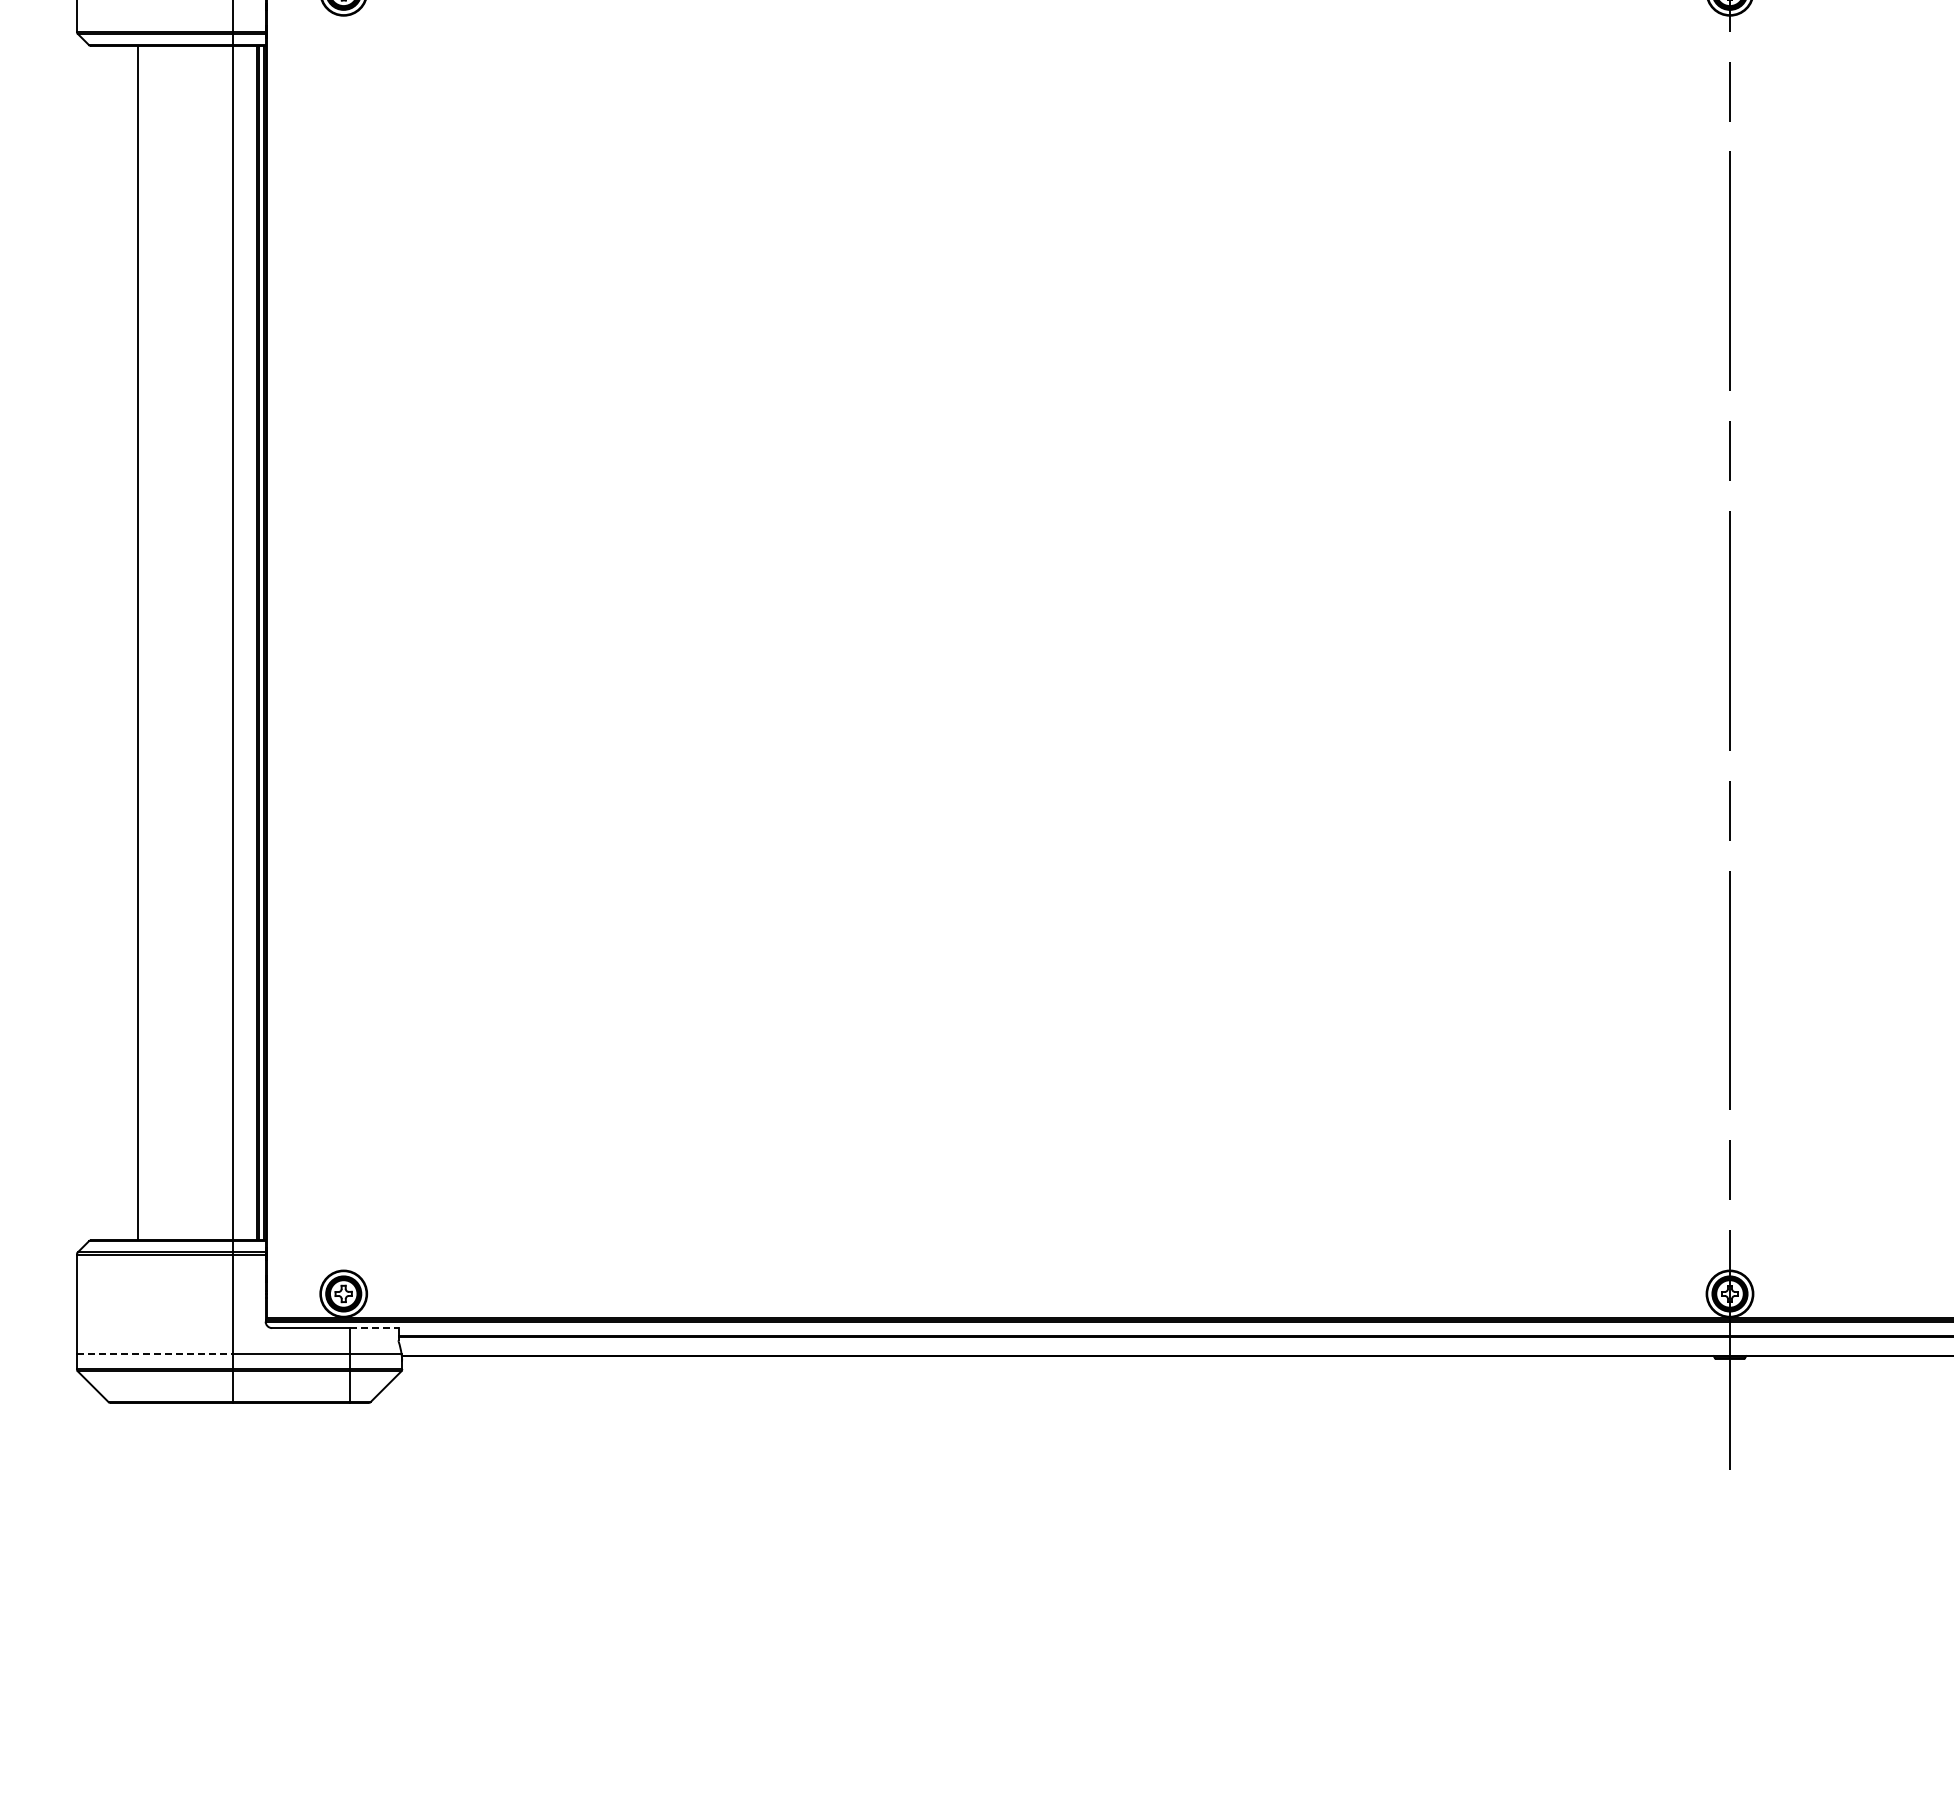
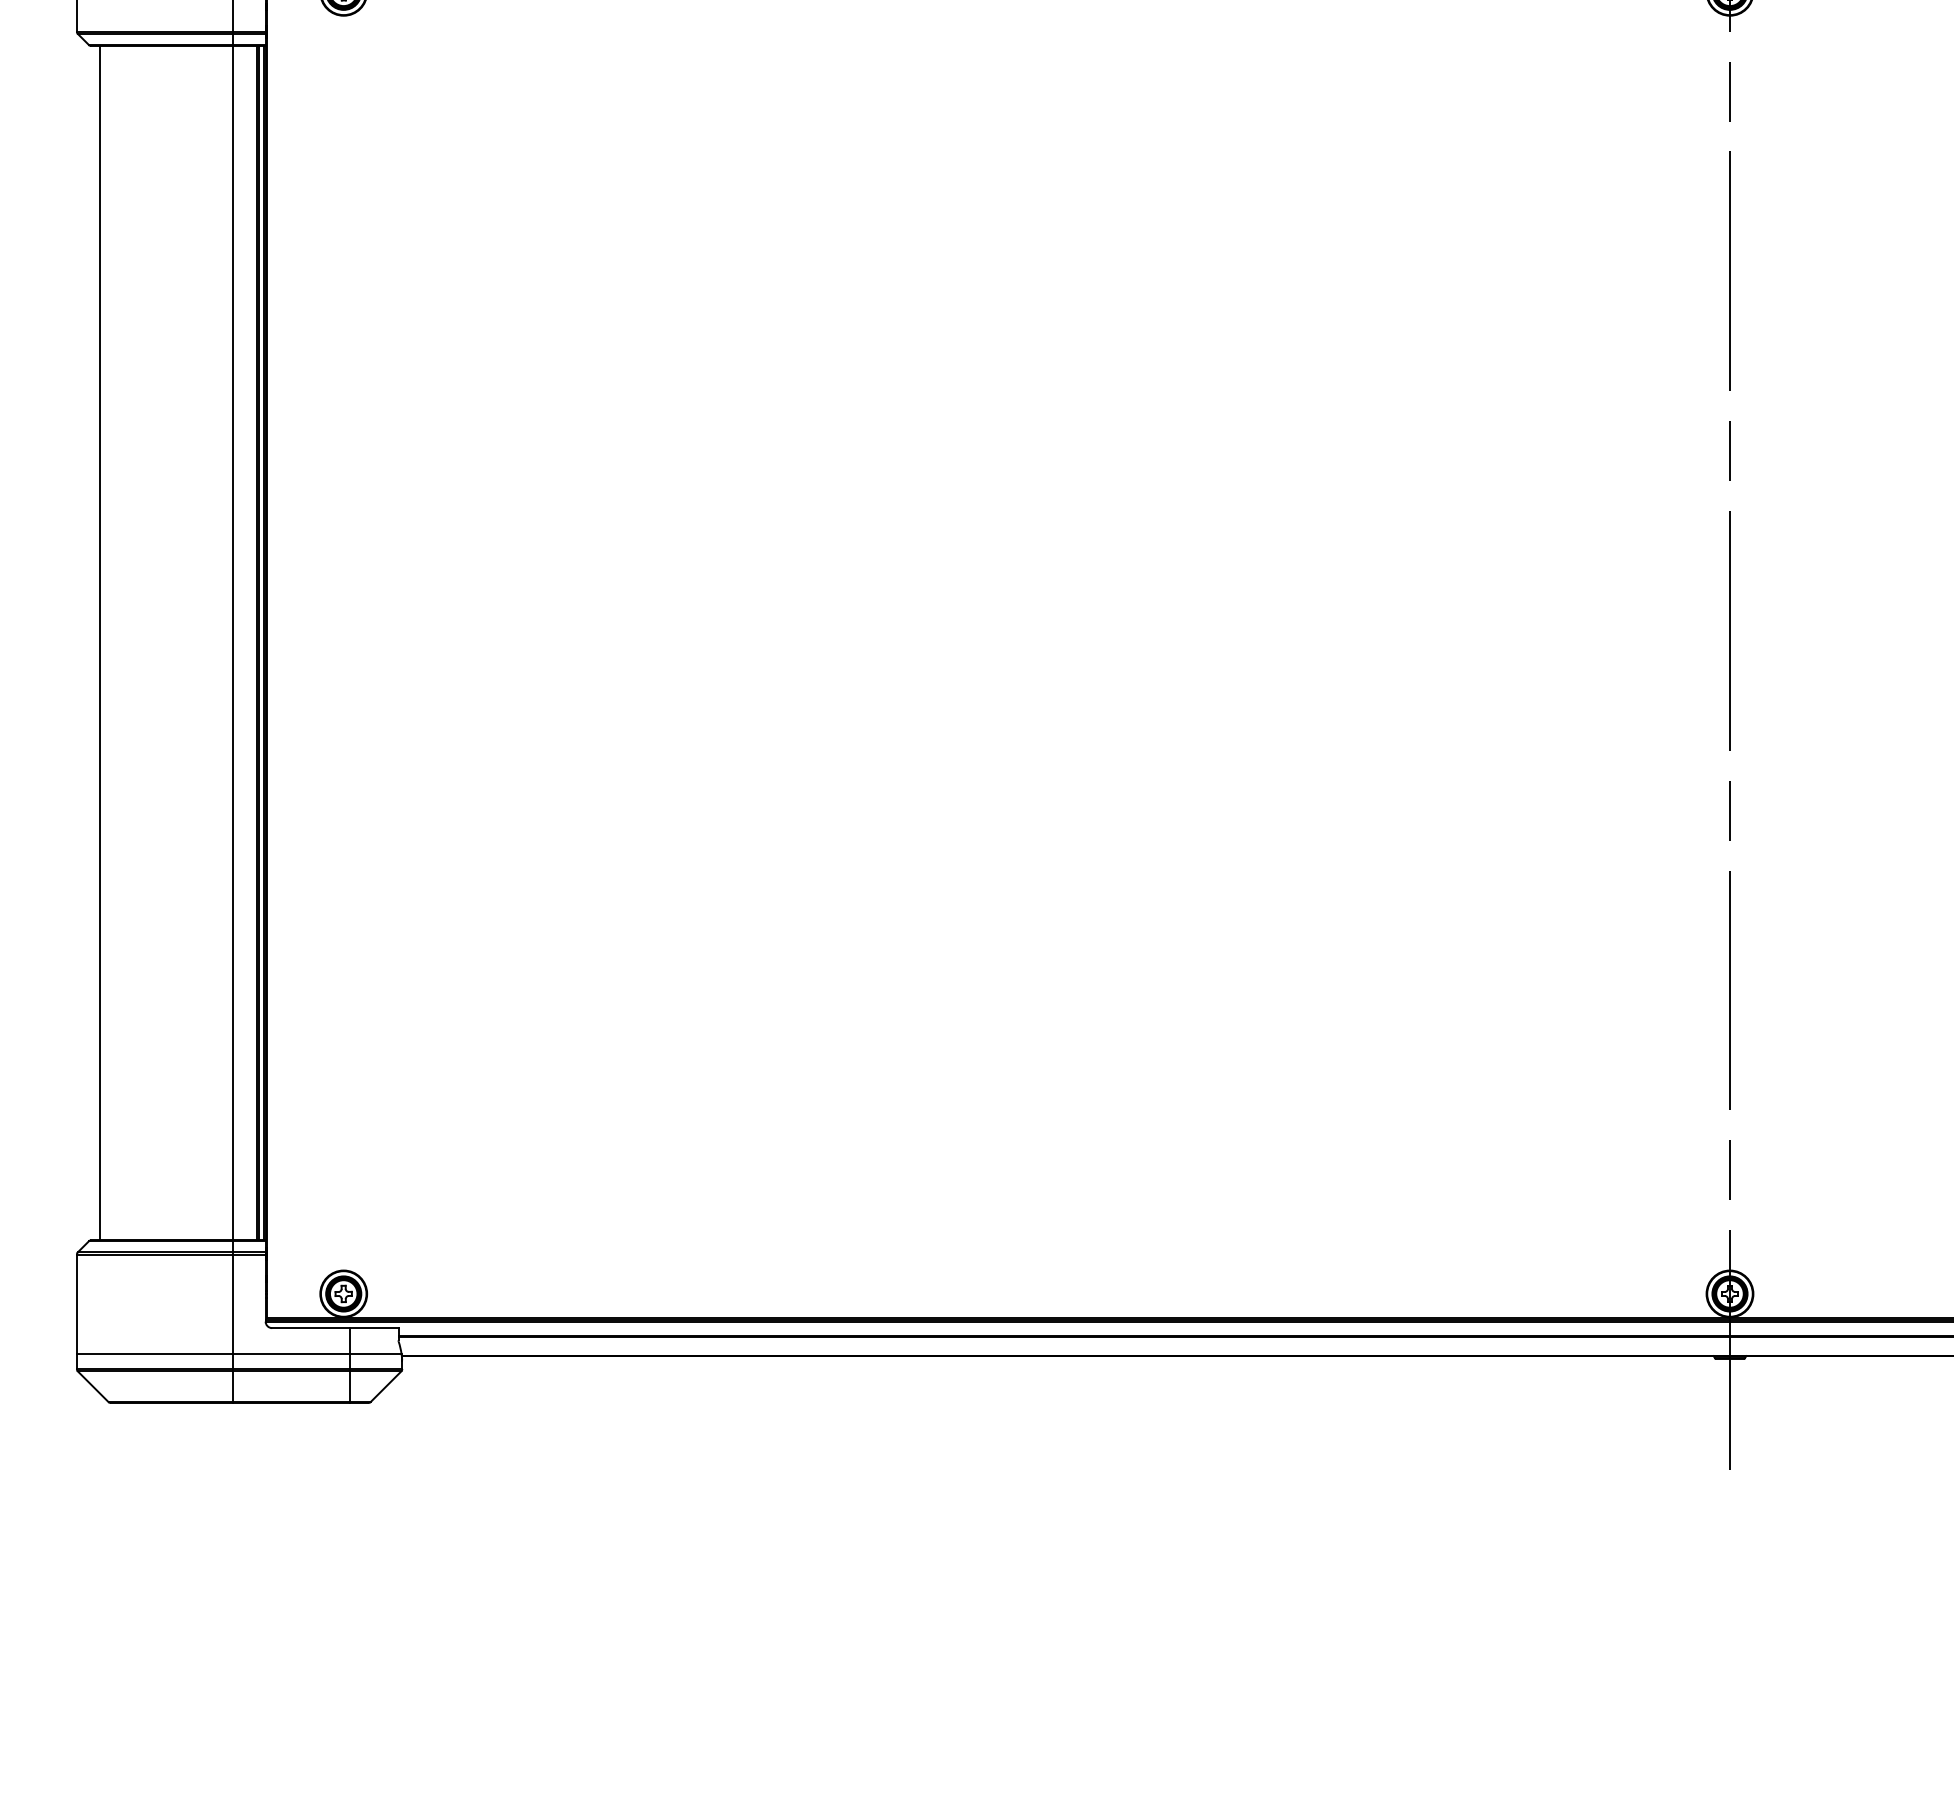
line at (137, 643) position: (137, 643) -> (99, 643)
line at (374, 1328): dashed -> solid
line at (155, 1354): dashed -> solid
